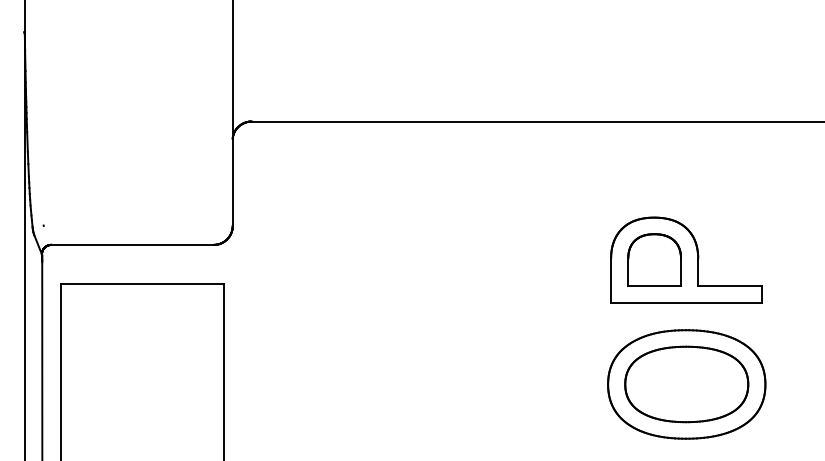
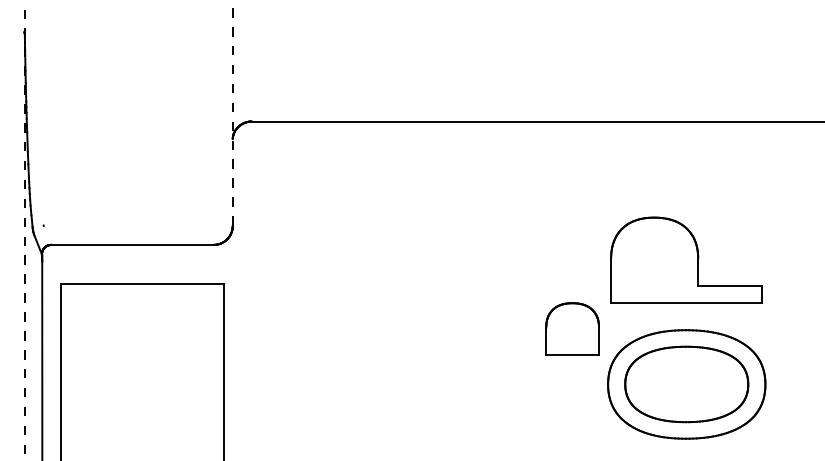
line at (232, 112): solid -> dashed
line at (24, 230): solid -> dashed
part at (654, 259) position: (654, 259) -> (572, 328)
